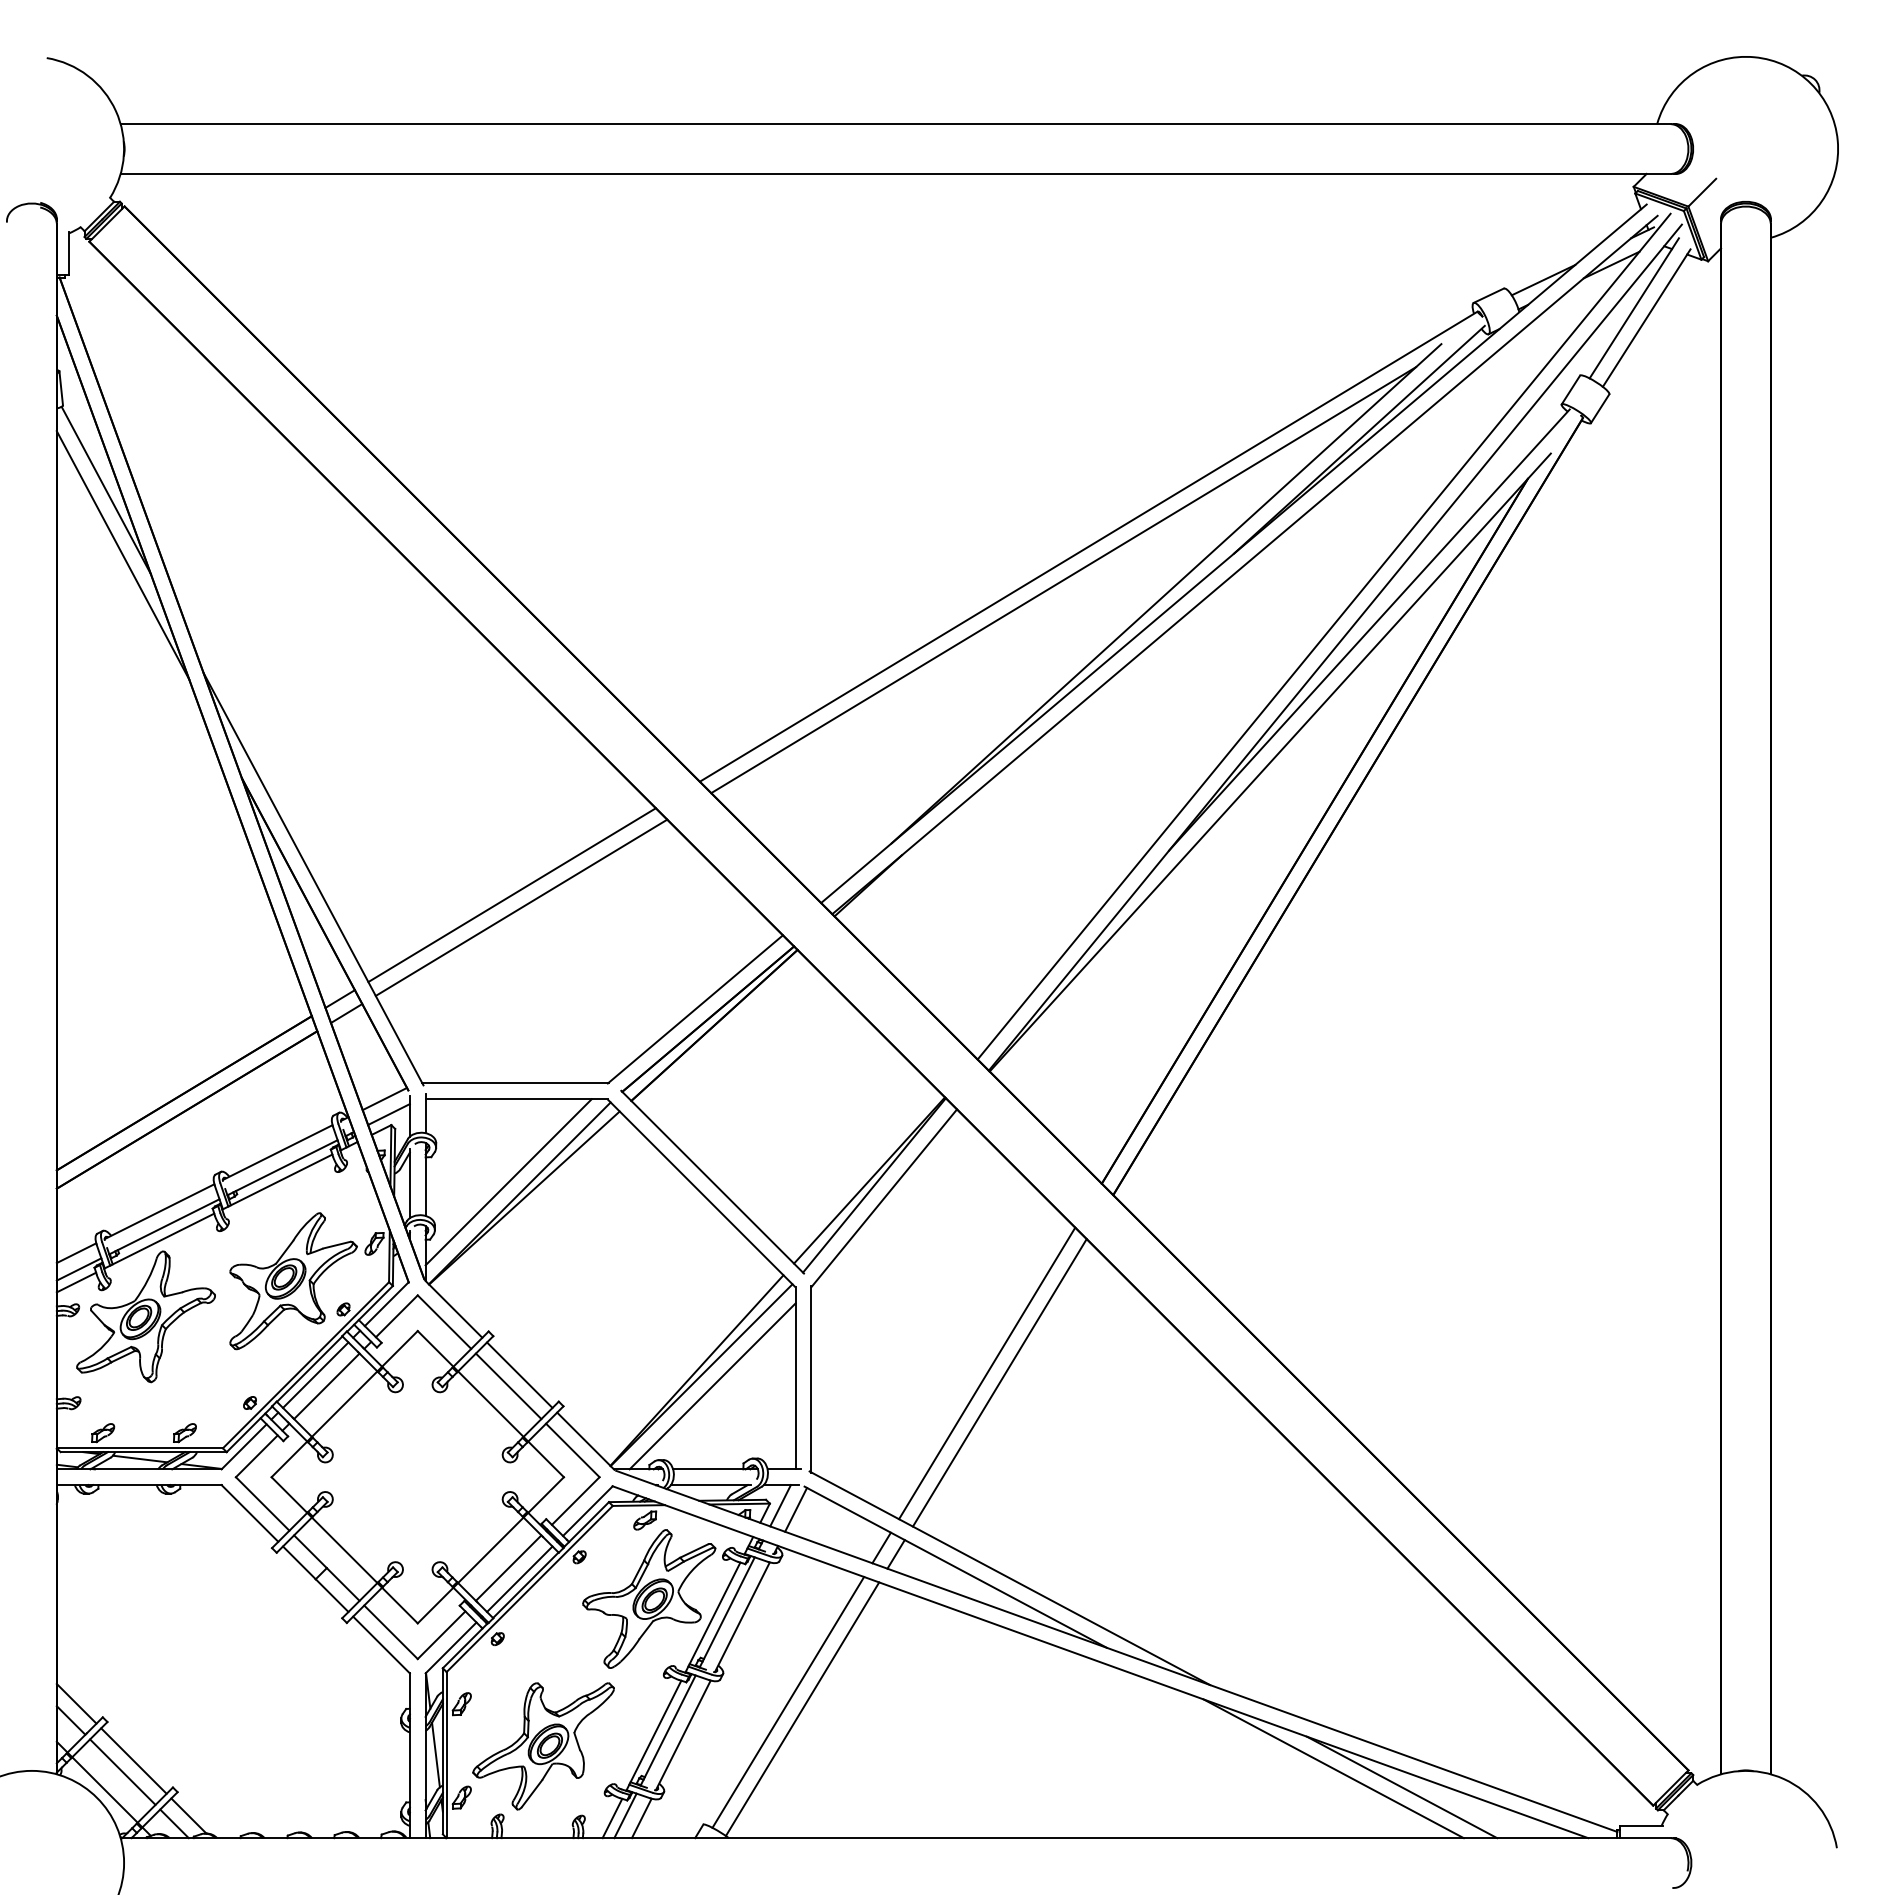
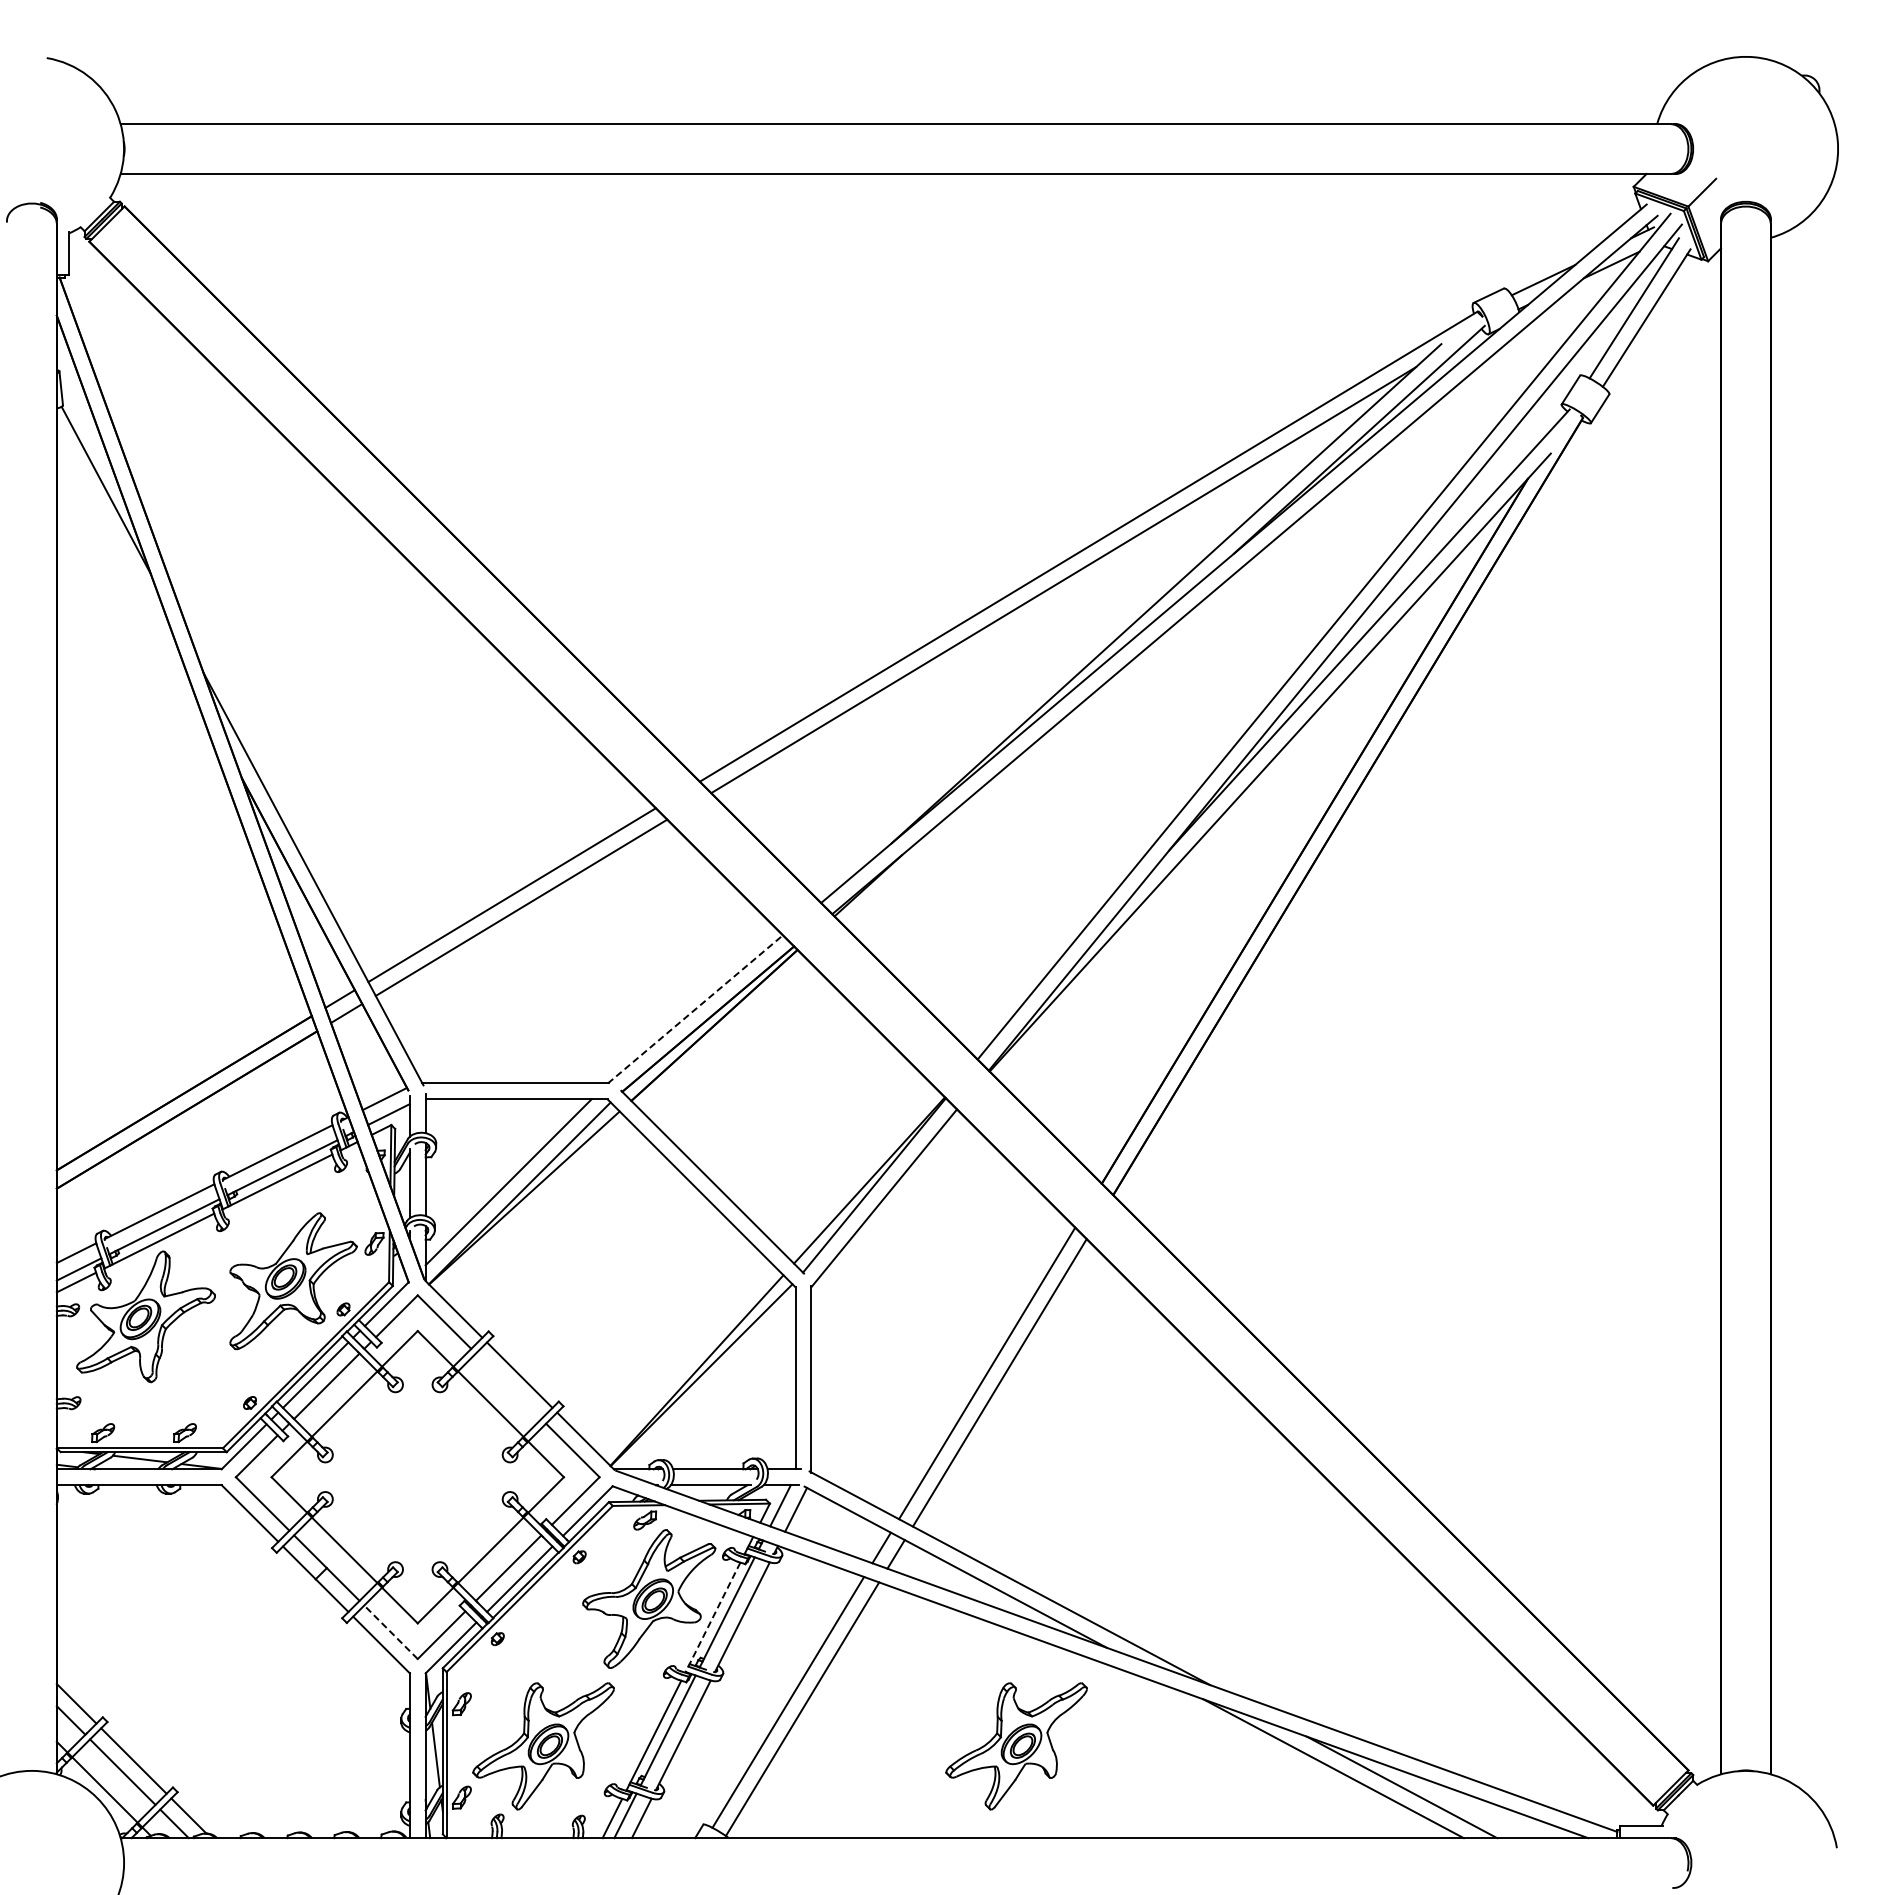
line at (122, 555): present -> none
line at (695, 1009): solid -> dashed
line at (508, 1386): present -> none
line at (712, 1386): present -> none
line at (712, 1617): solid -> dashed
line at (391, 1632): solid -> dashed
part at (1016, 1746): none -> present
